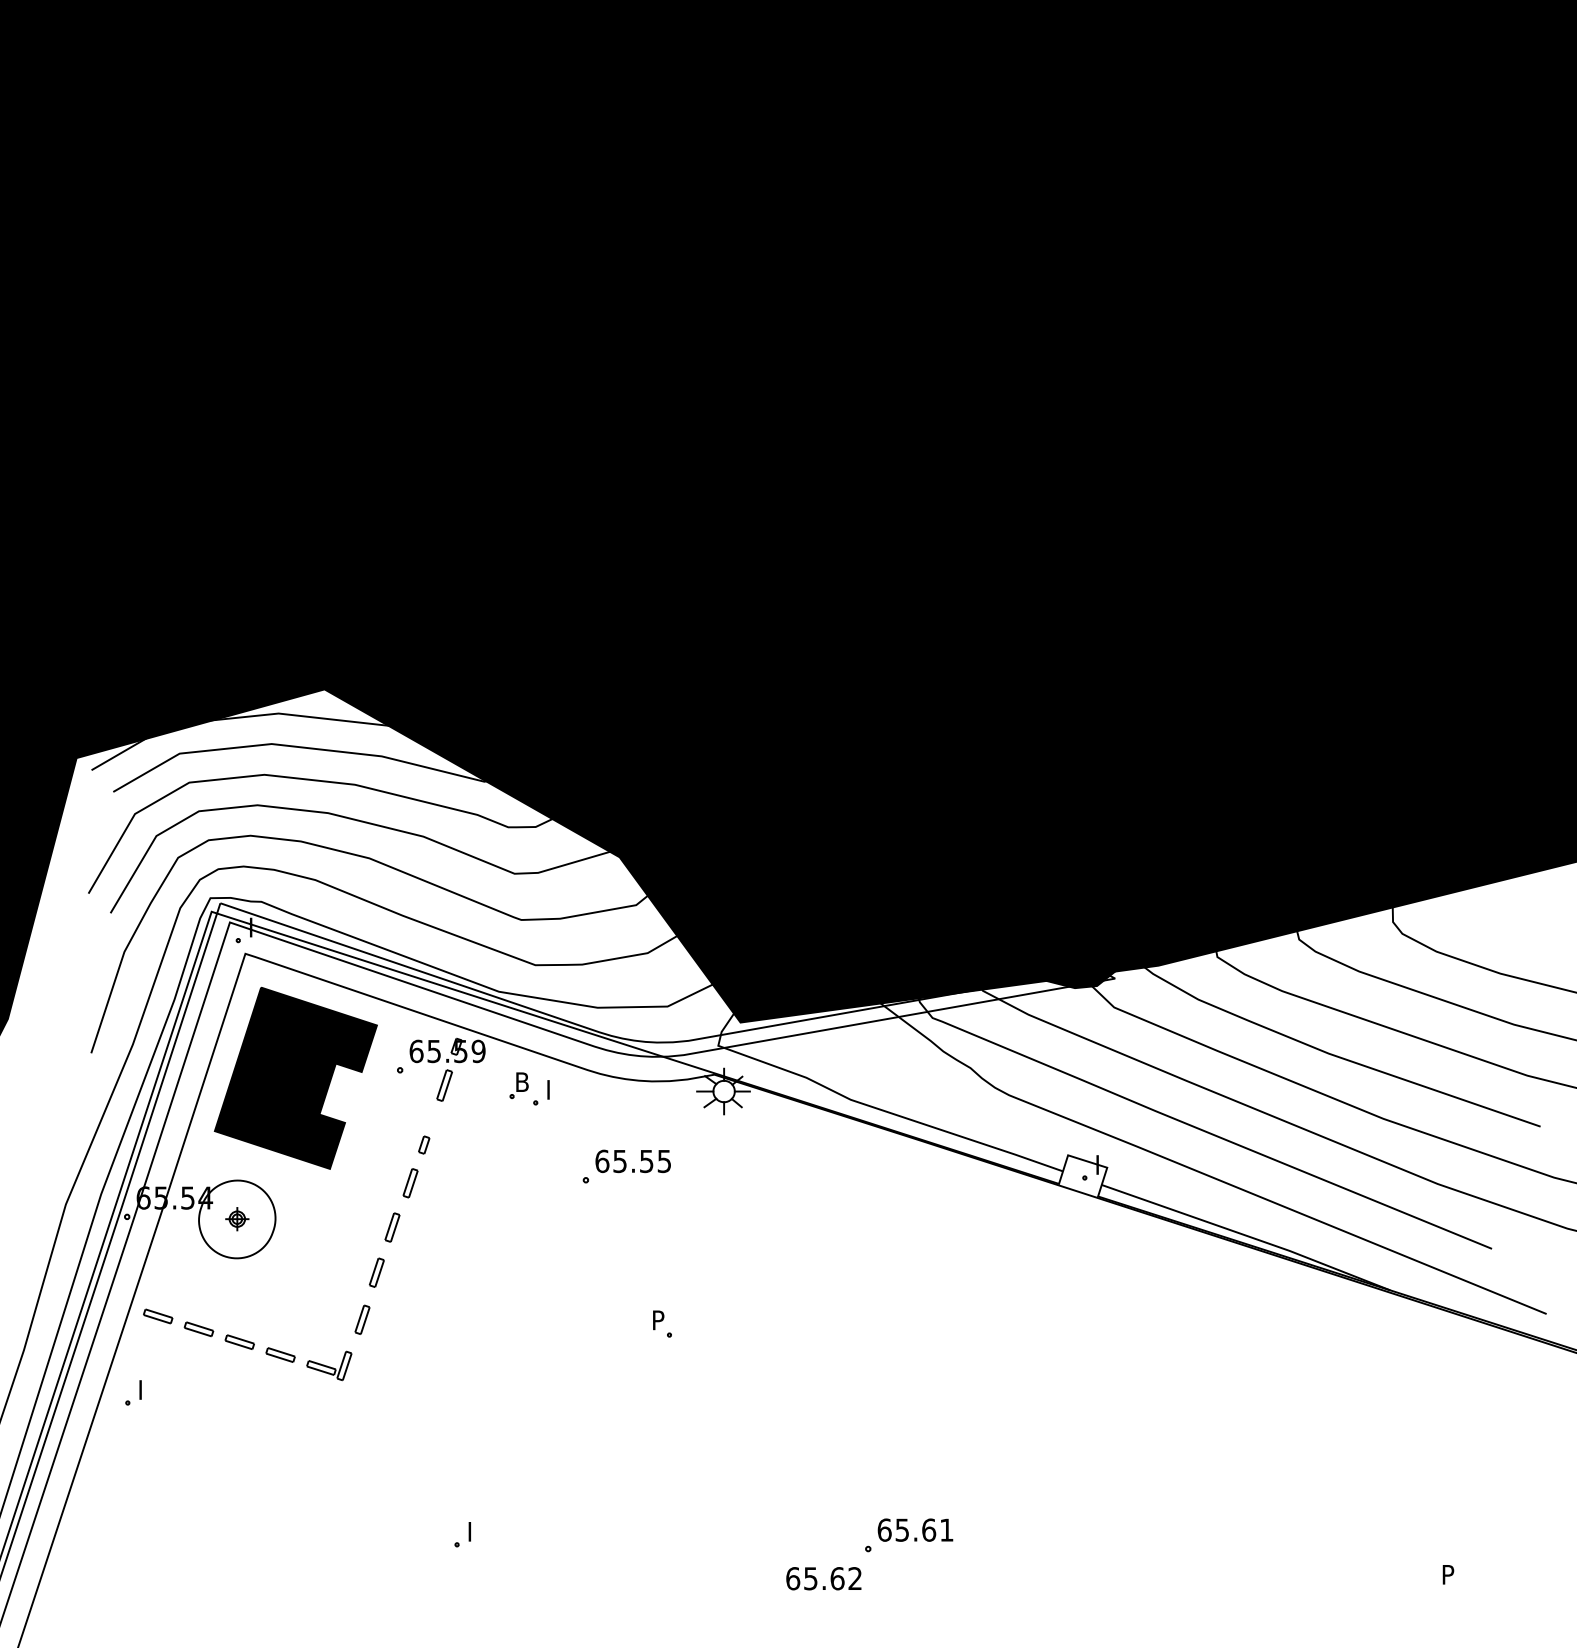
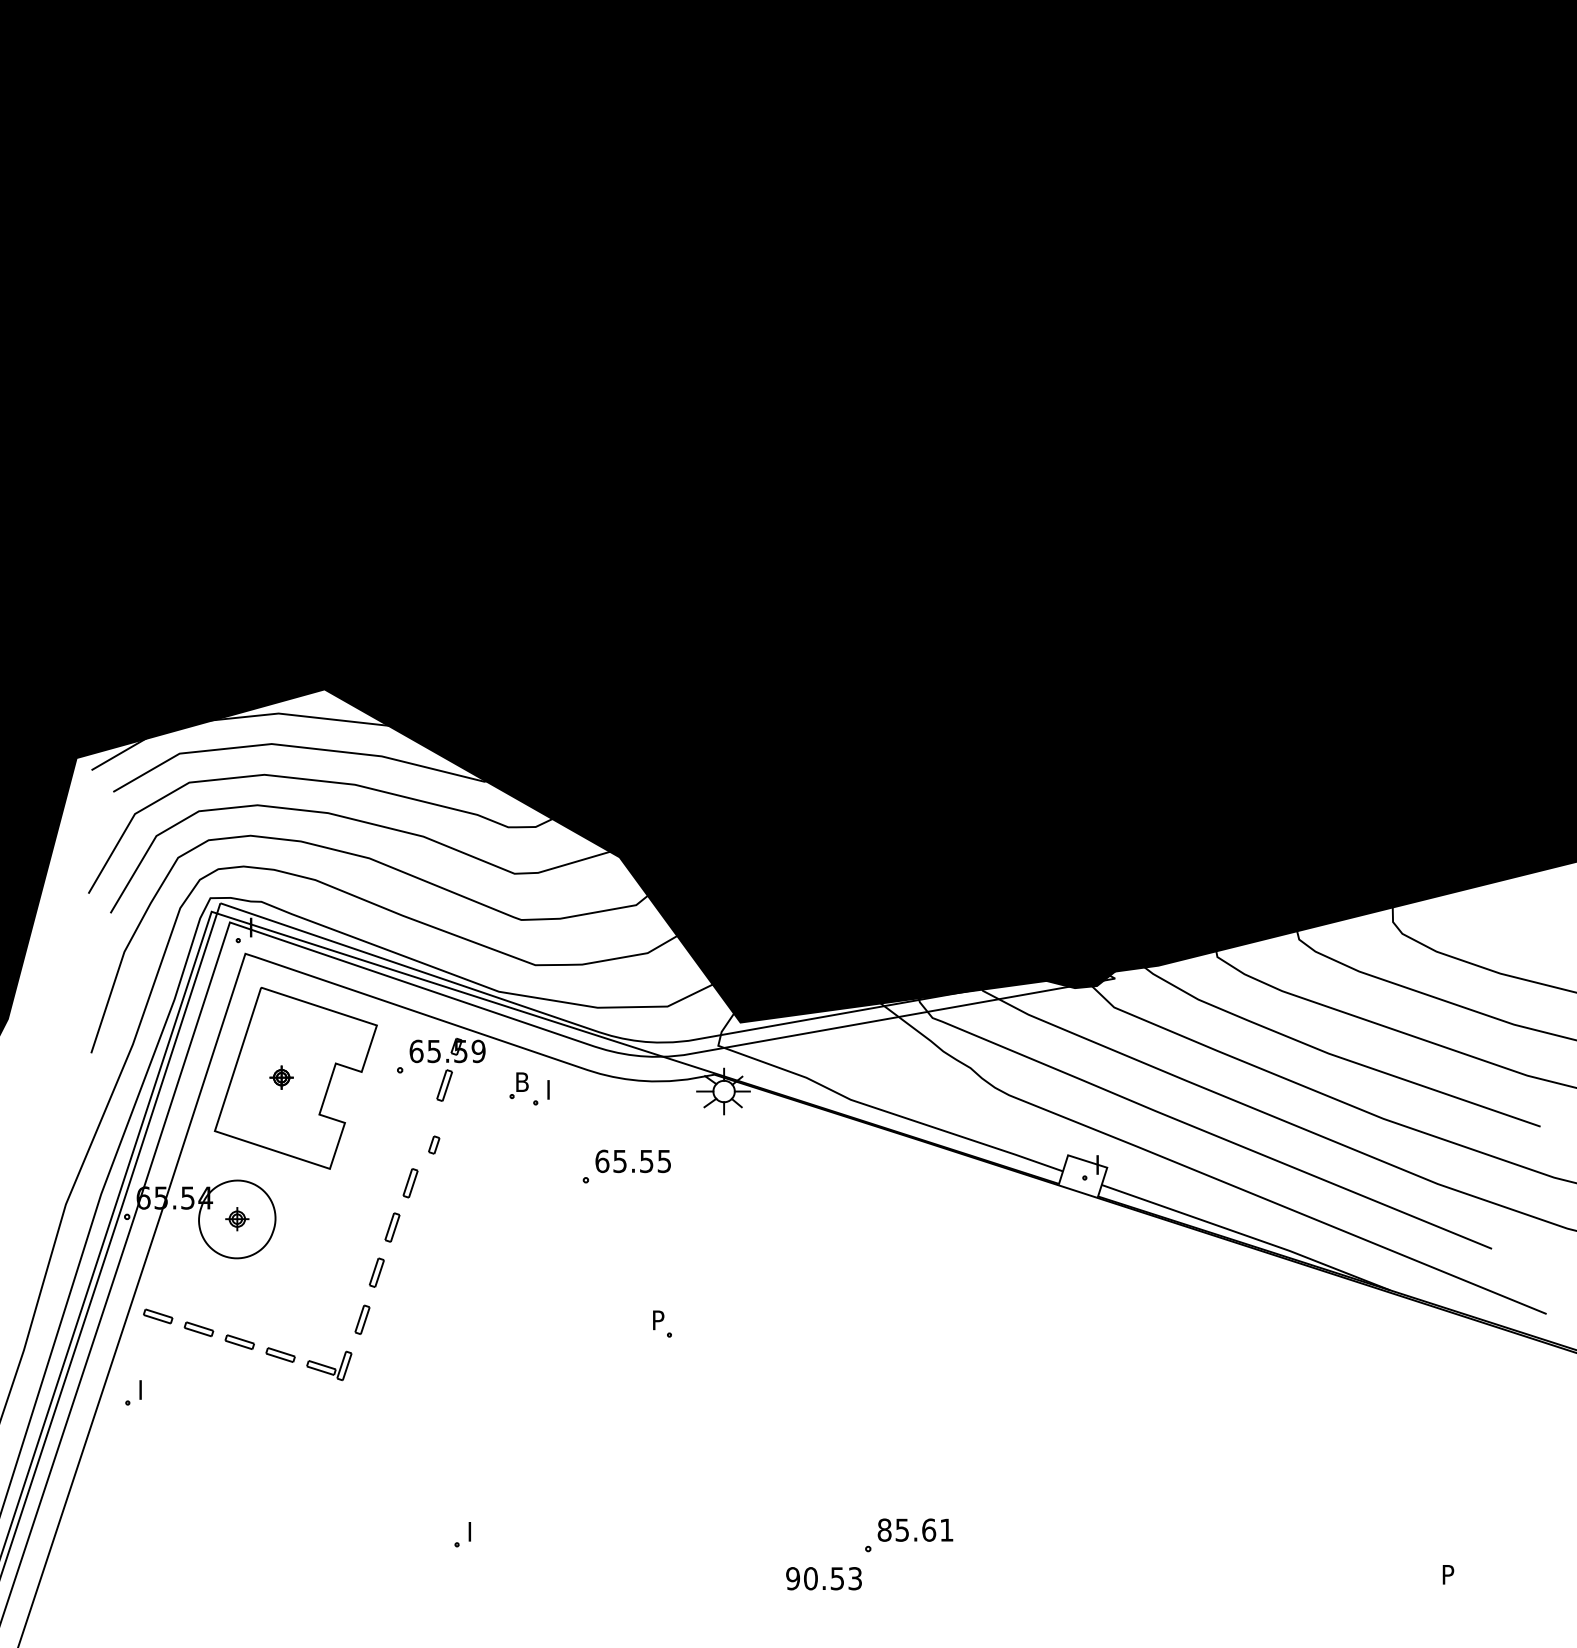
fill at (295, 1077): present -> none
part at (424, 1144) position: (424, 1144) -> (434, 1144)
text at (884, 1529): 65.61 -> 85.61
text at (823, 1578): 65.62 -> 90.53
